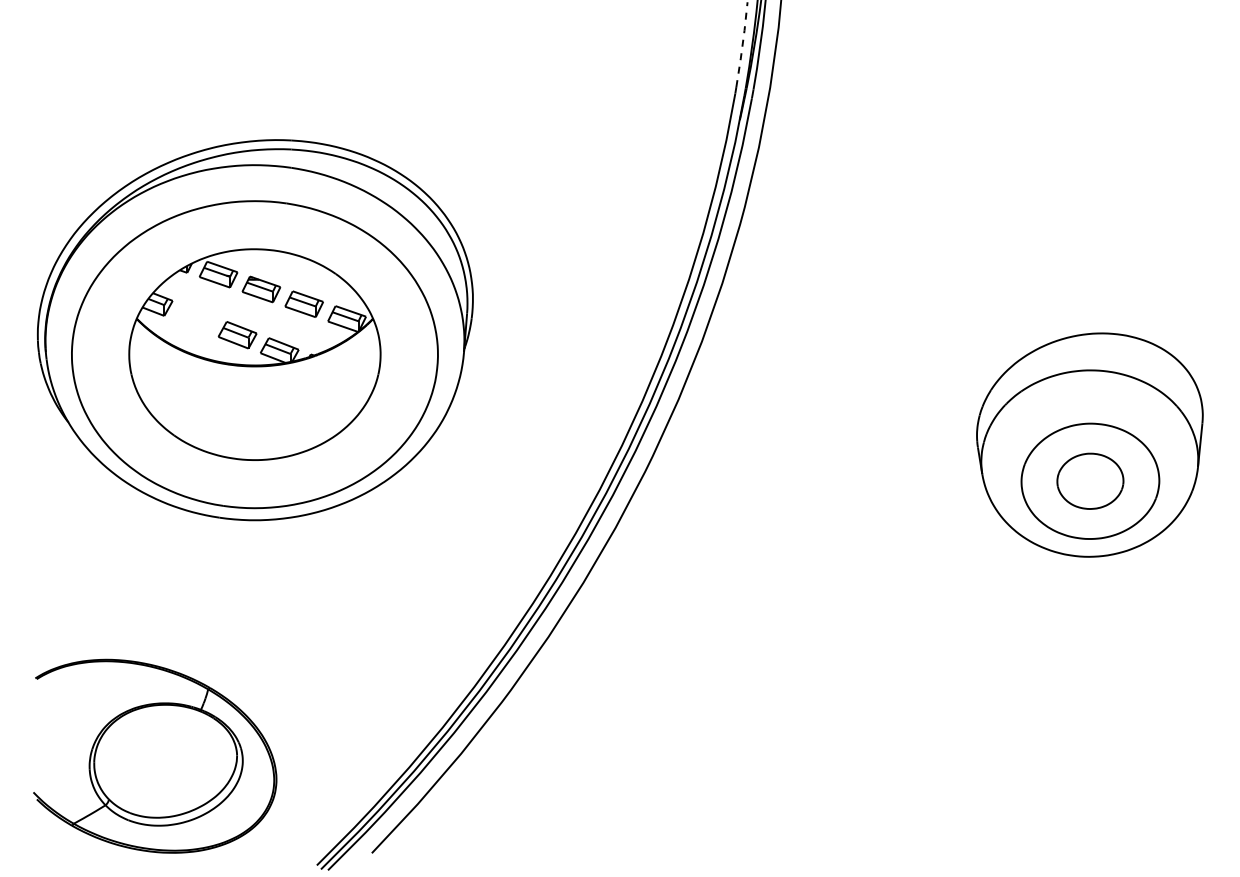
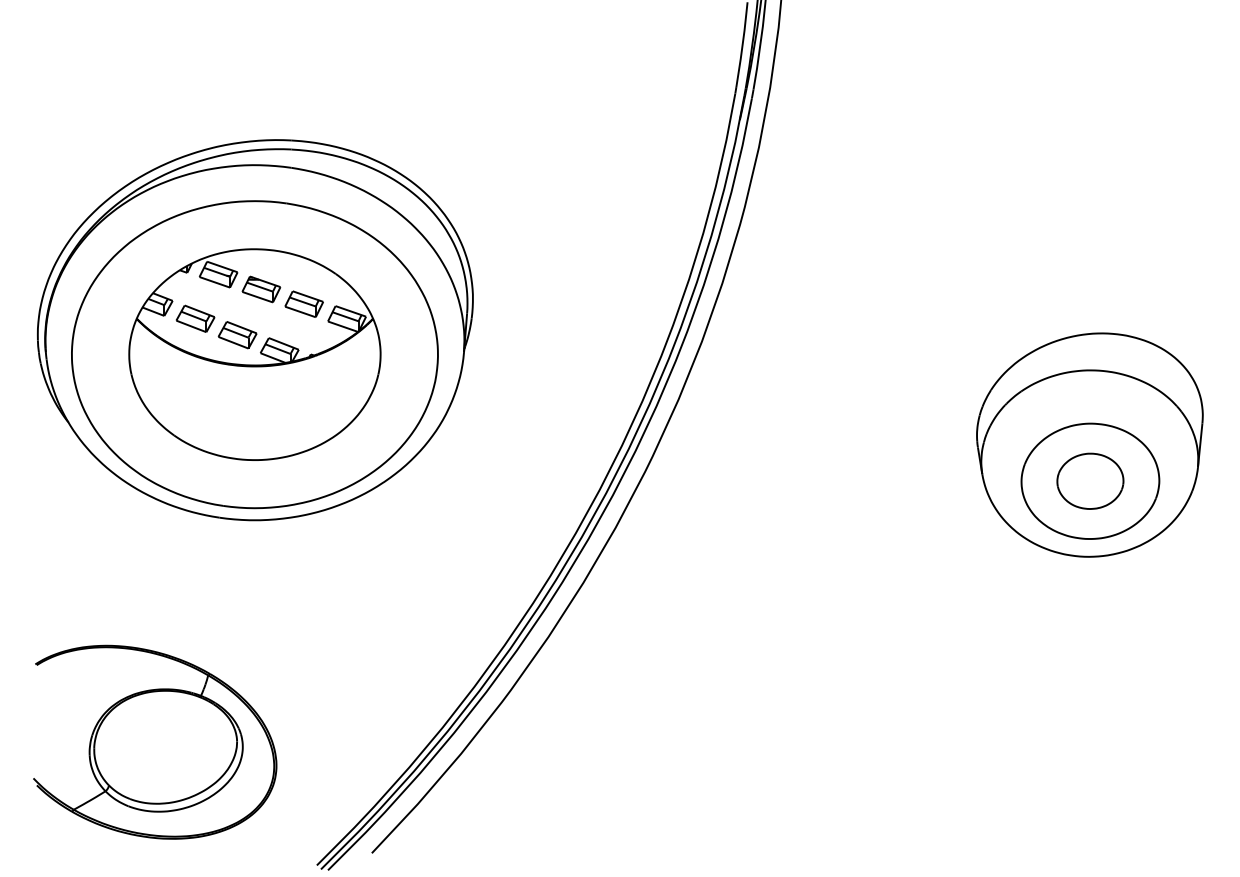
line at (742, 44): dashed -> solid
part at (195, 318): none -> present
part at (155, 755) position: (155, 755) -> (155, 741)
